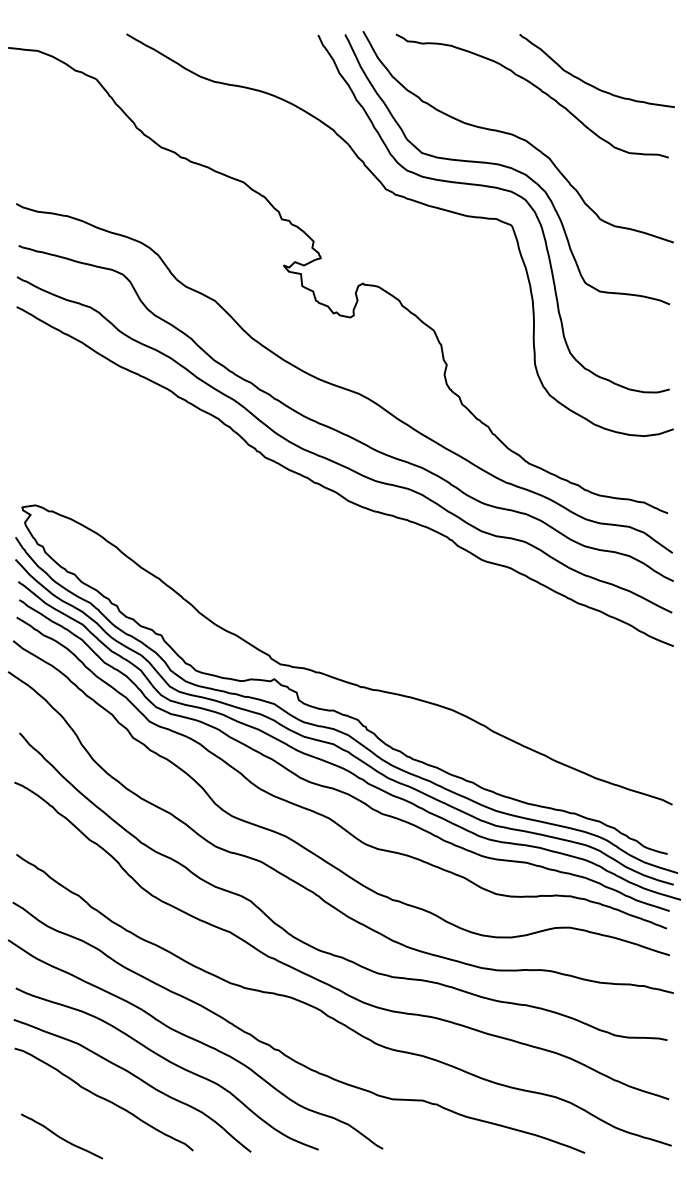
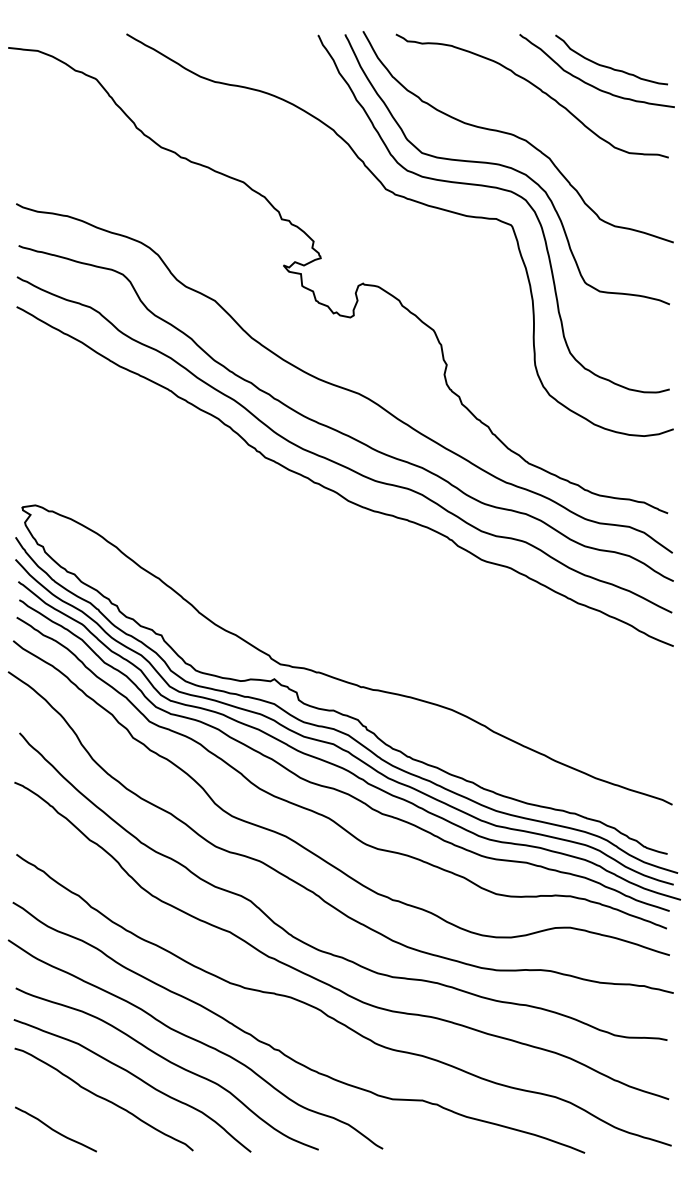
curve at (609, 66): none -> present
curve at (60, 1136) position: (60, 1136) -> (54, 1129)
